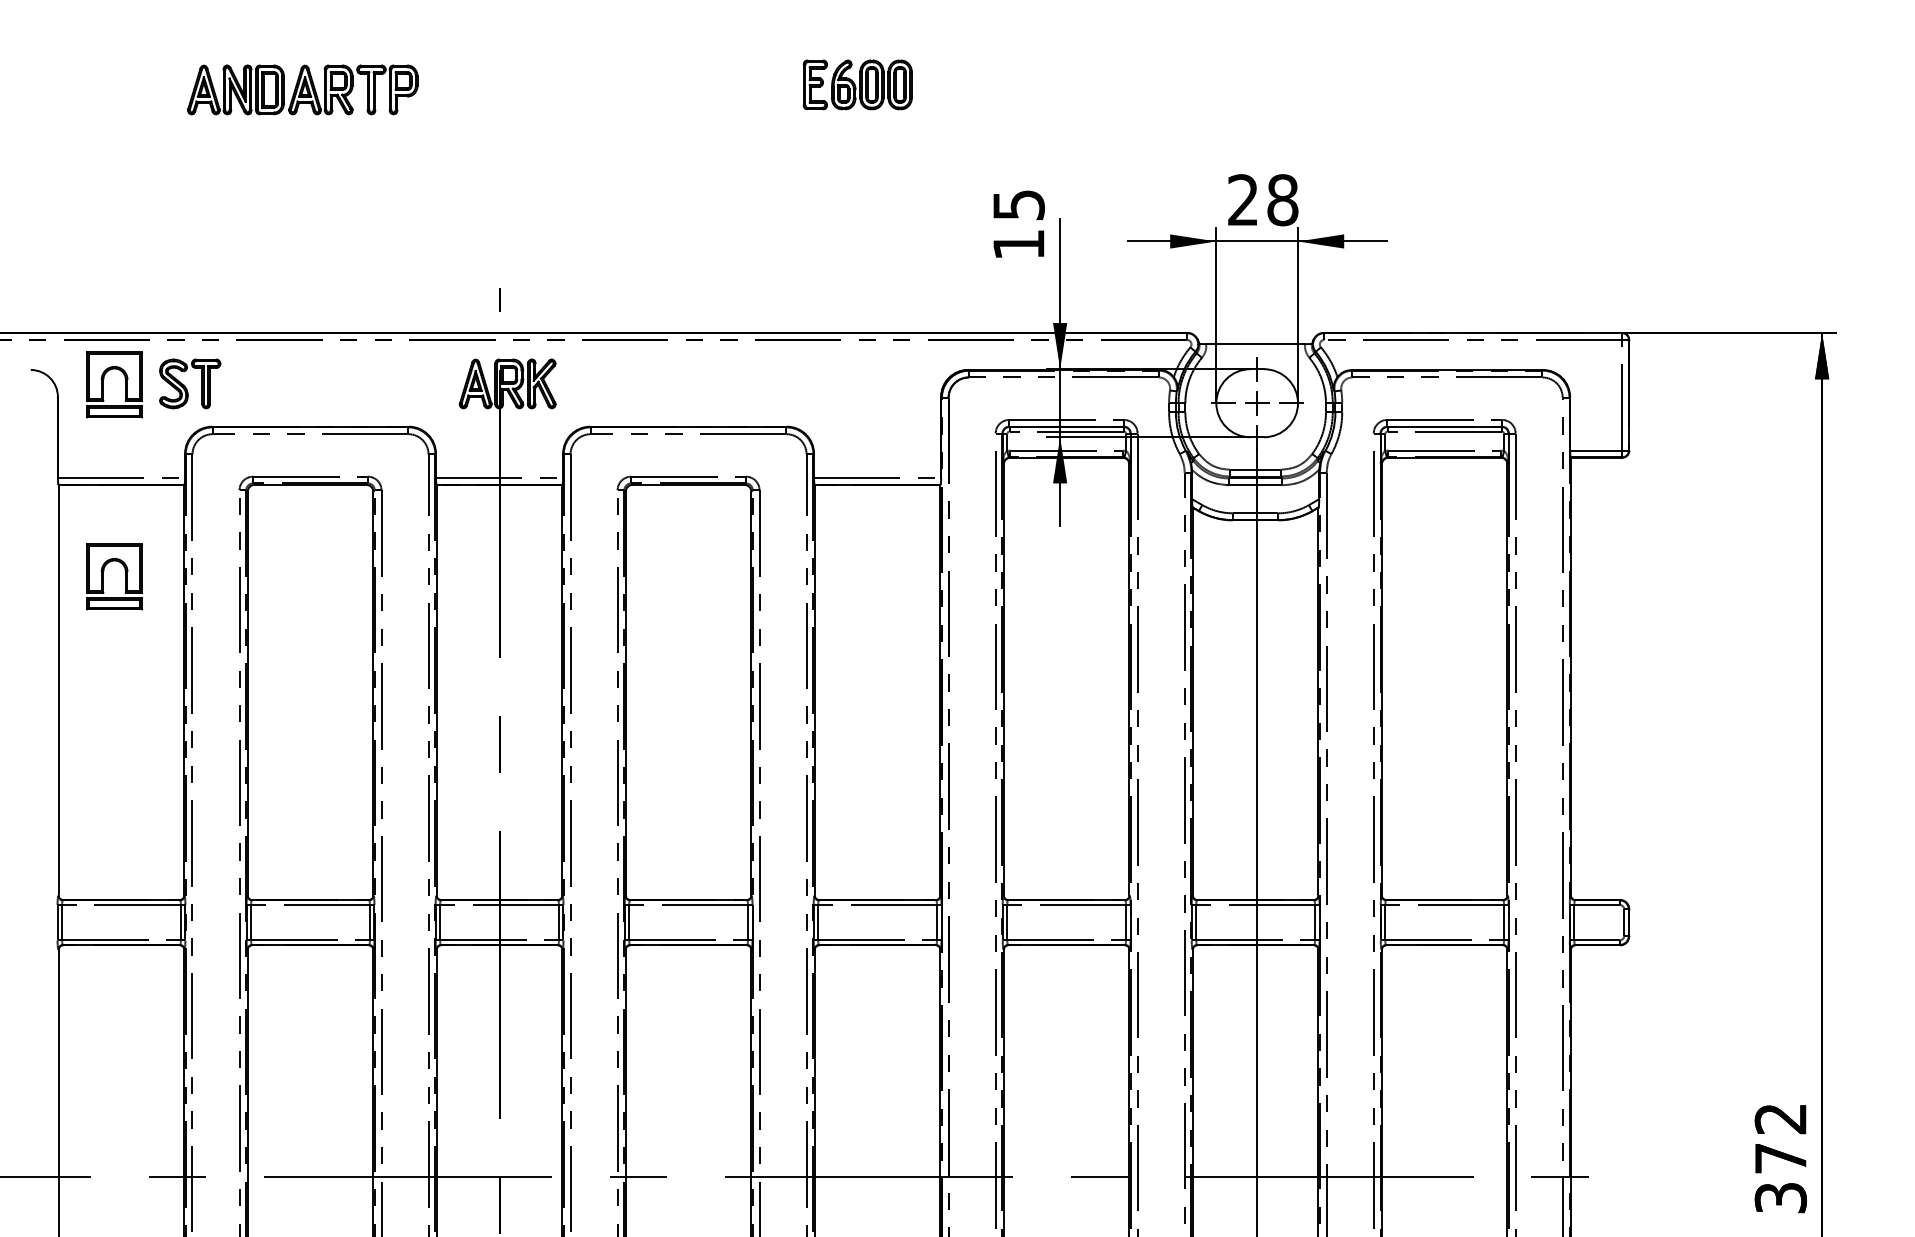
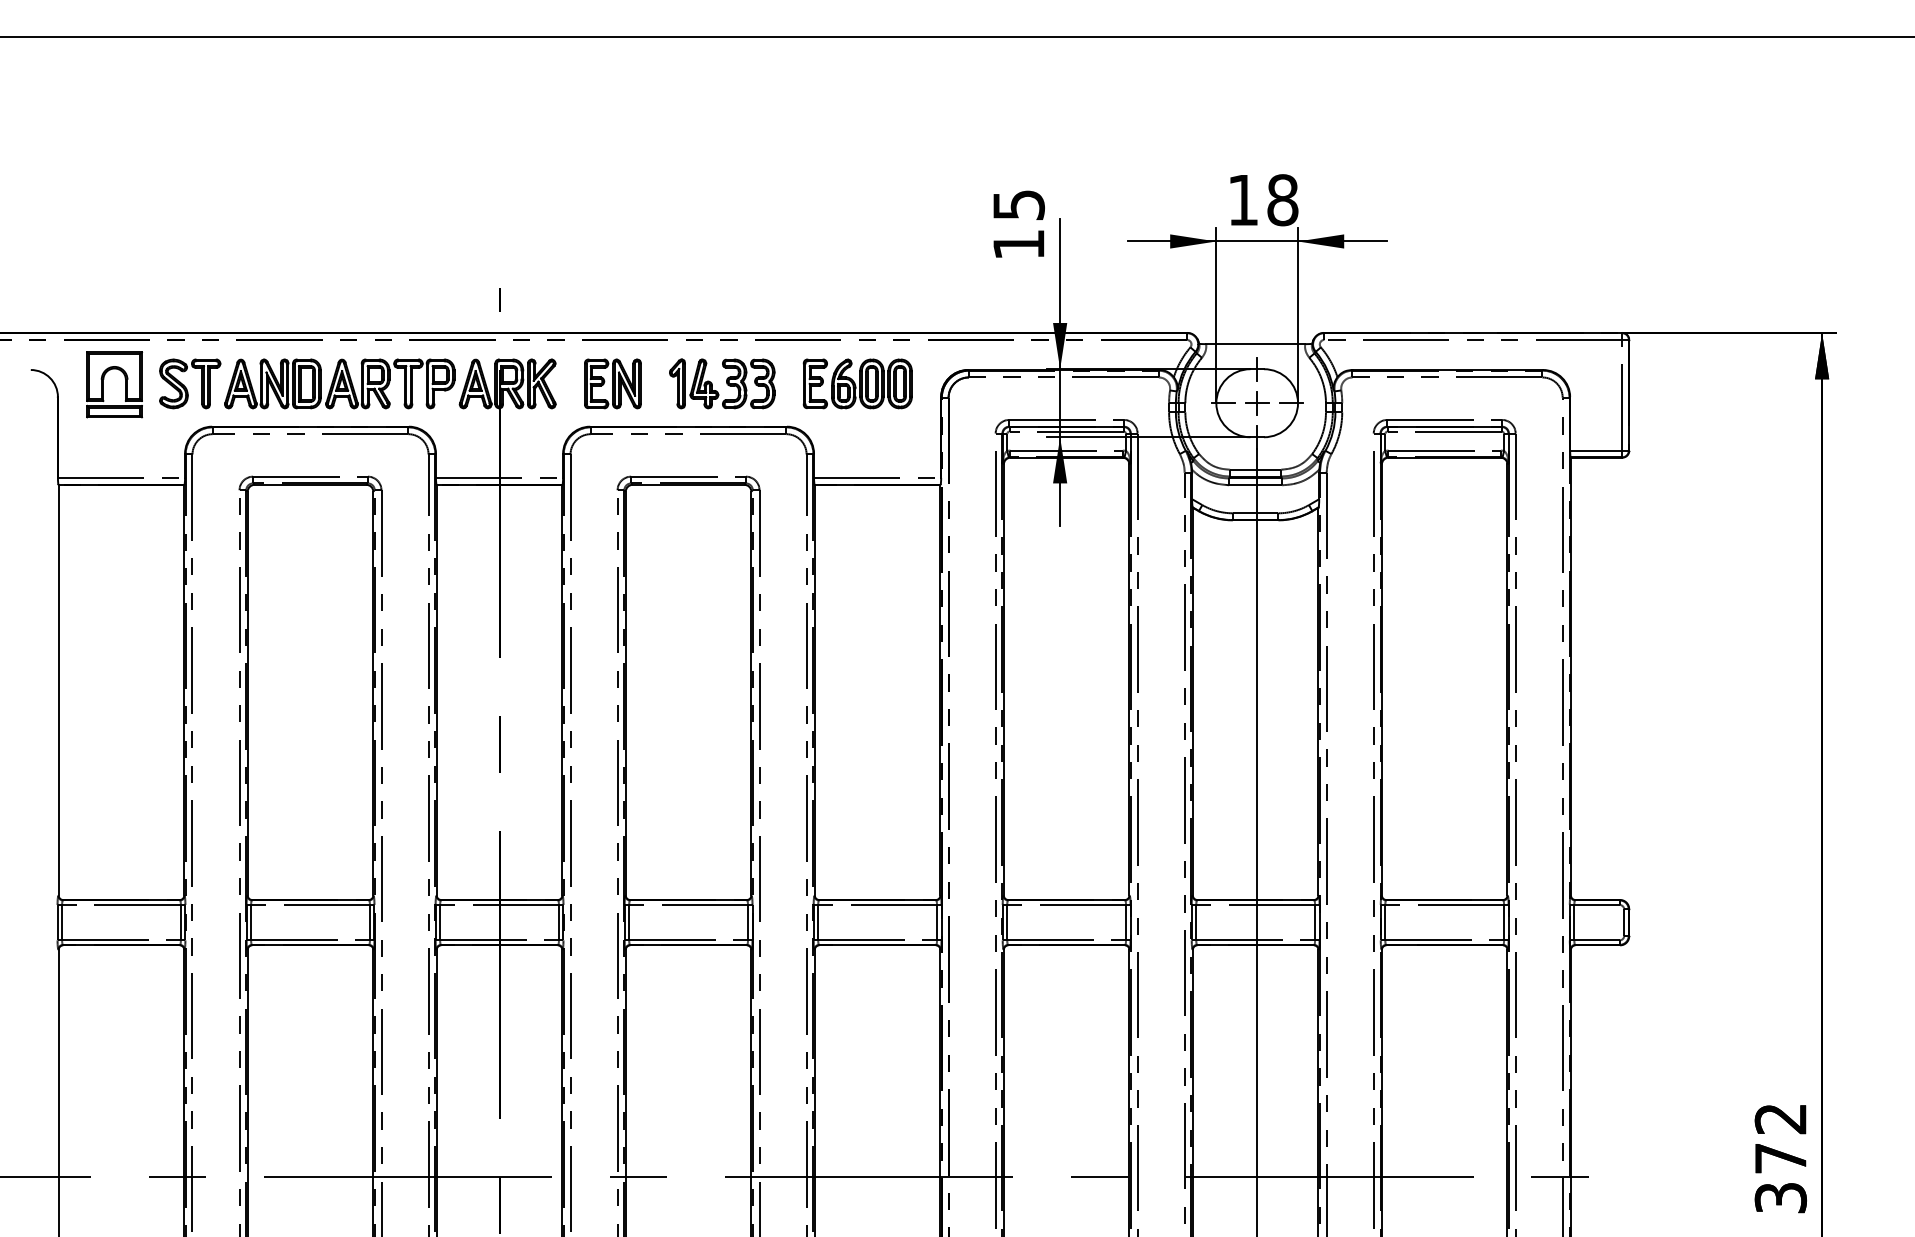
line at (956, 37): none -> present
part at (857, 84) position: (857, 84) -> (857, 383)
part at (302, 89) position: (302, 89) -> (339, 383)
text at (1242, 199): 28 -> 18
part at (612, 383): none -> present
part at (722, 383): none -> present
part at (103, 576): present -> none
